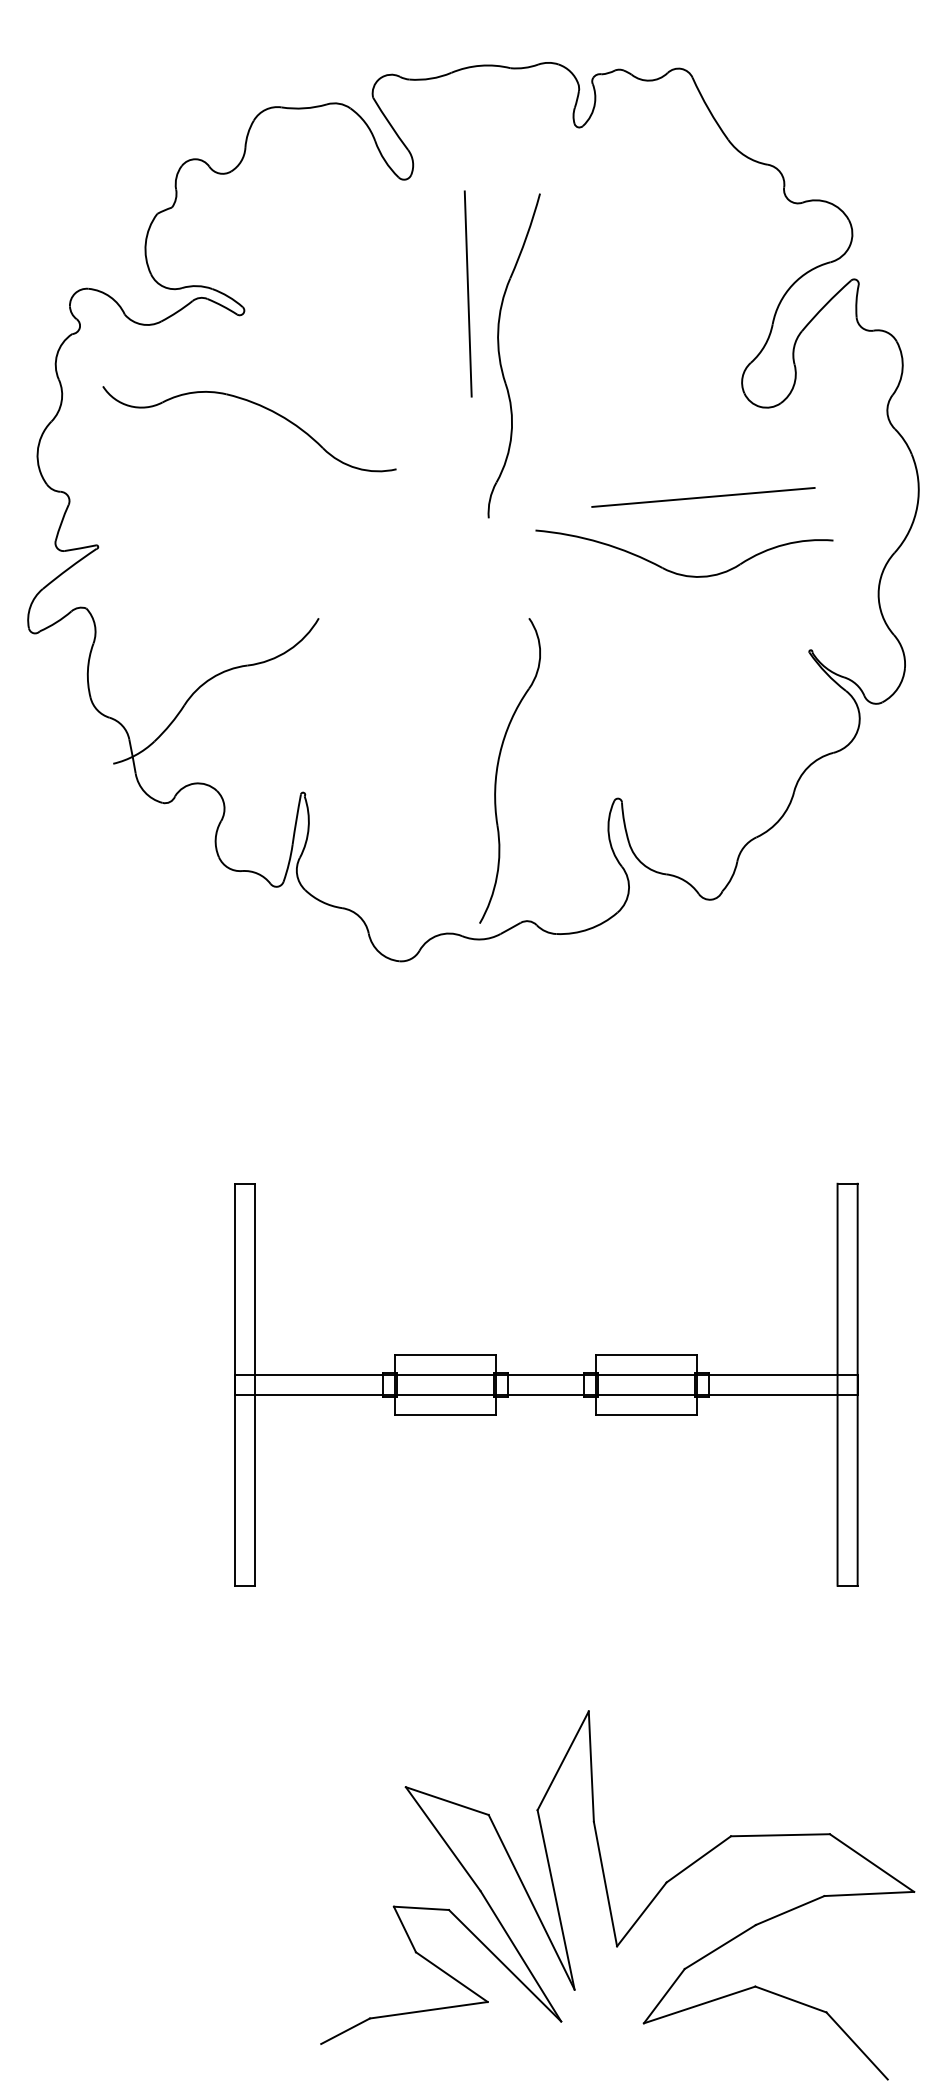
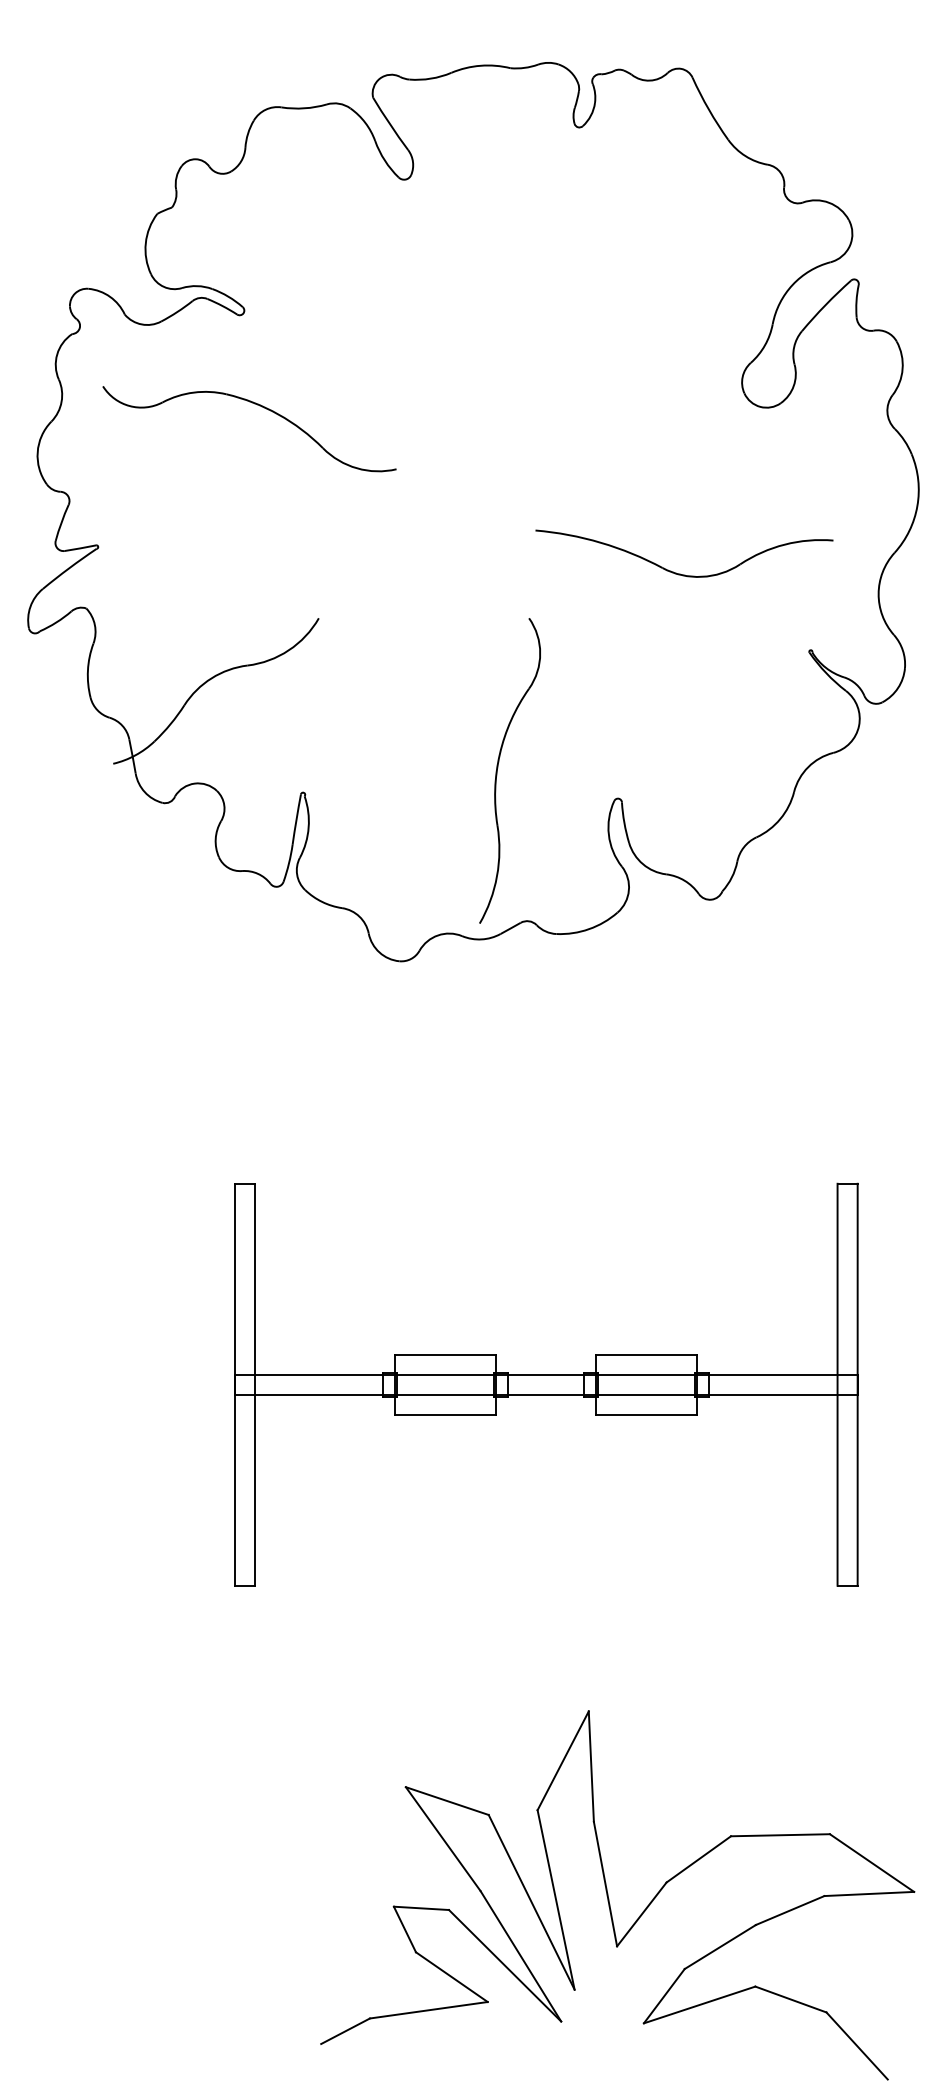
line at (467, 293): present -> none
part at (500, 355): present -> none
line at (703, 496): present -> none
